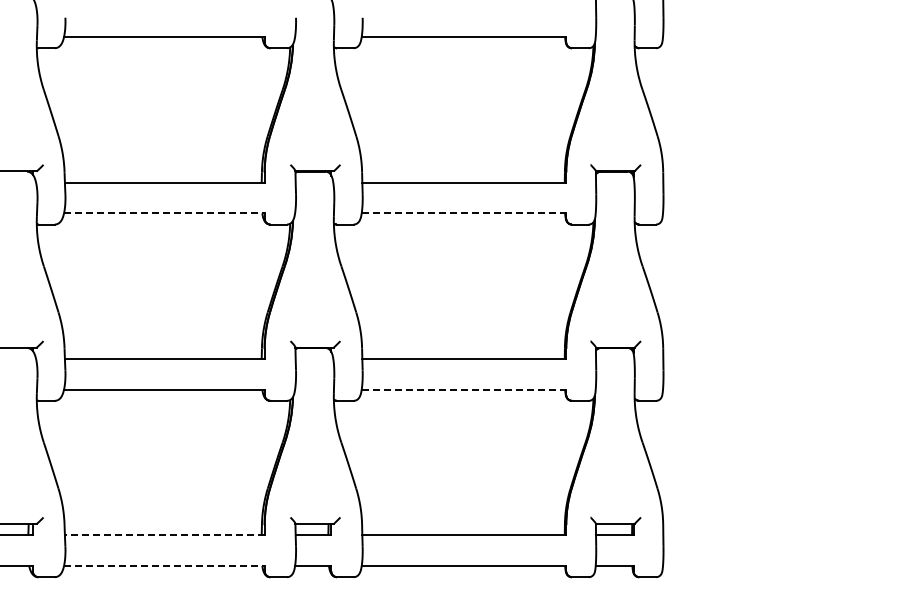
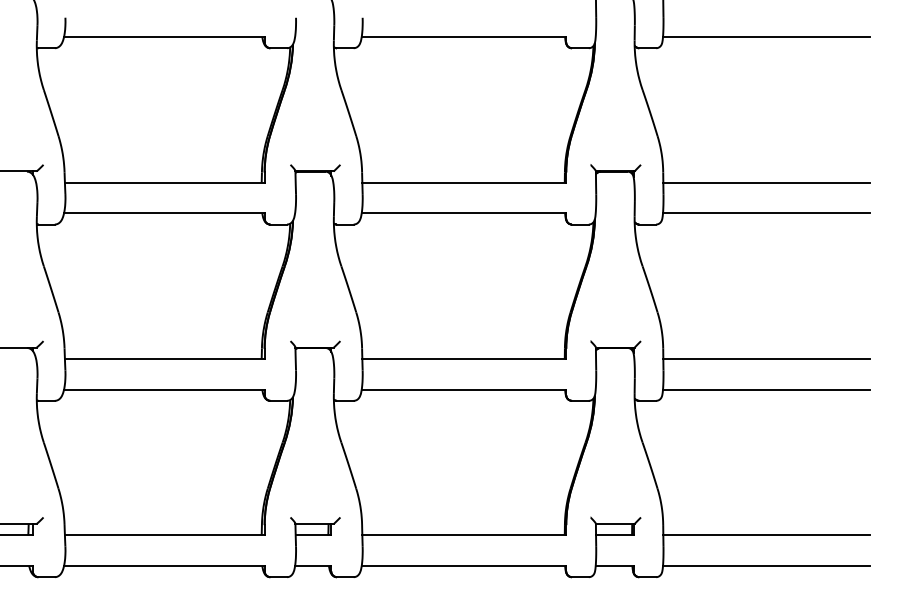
line at (766, 37): none -> present
line at (766, 182): none -> present
line at (164, 213): dashed -> solid
line at (464, 213): dashed -> solid
line at (766, 213): none -> present
line at (766, 359): none -> present
line at (464, 389): dashed -> solid
line at (766, 389): none -> present
line at (164, 535): dashed -> solid
line at (766, 535): none -> present
line at (164, 566): dashed -> solid
line at (766, 566): none -> present
